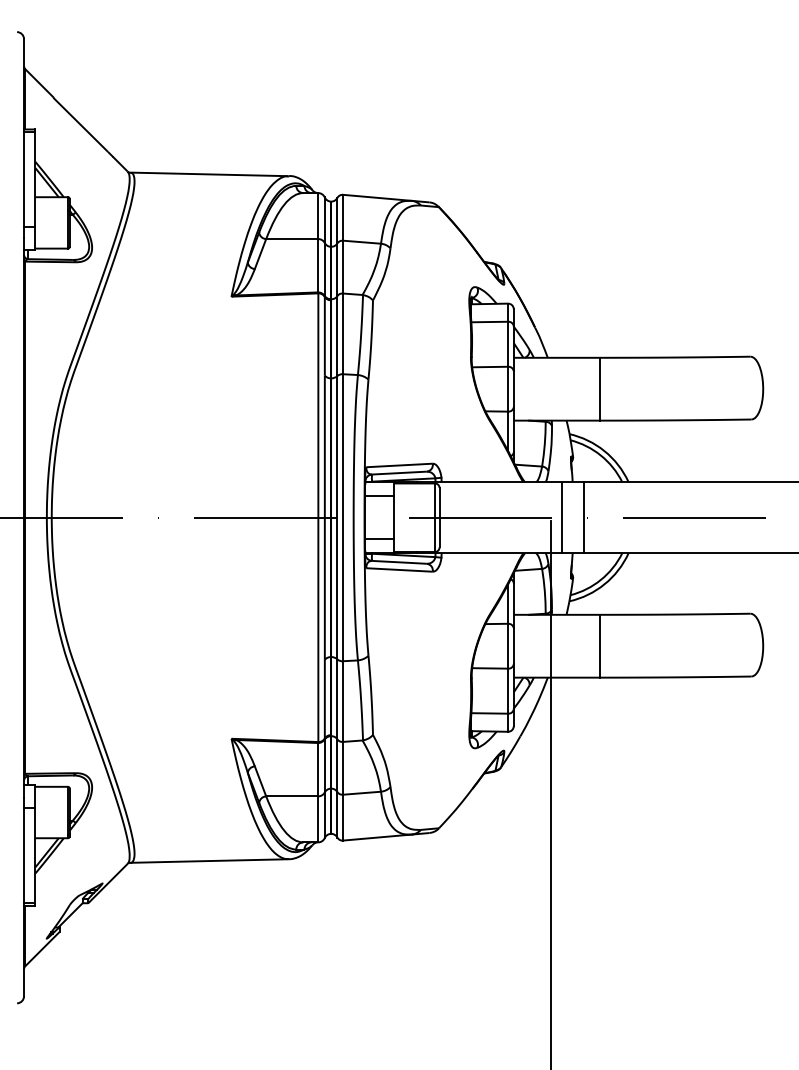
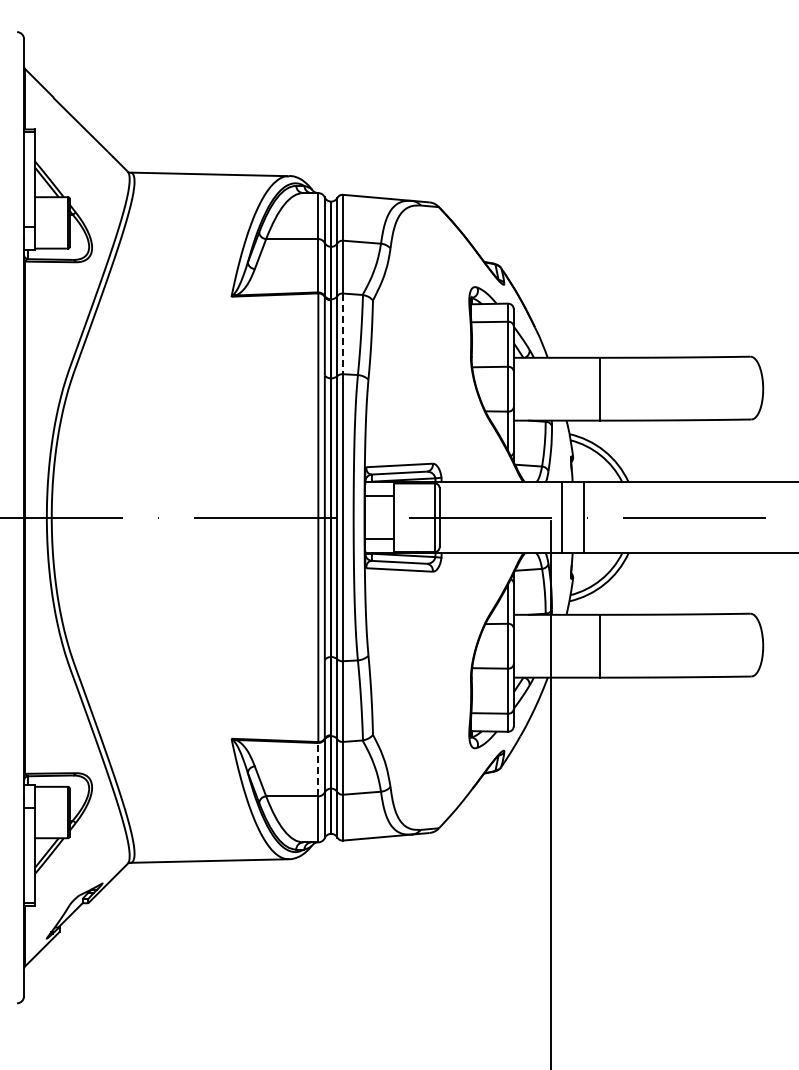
line at (342, 334): solid -> dashed
line at (318, 769): solid -> dashed
